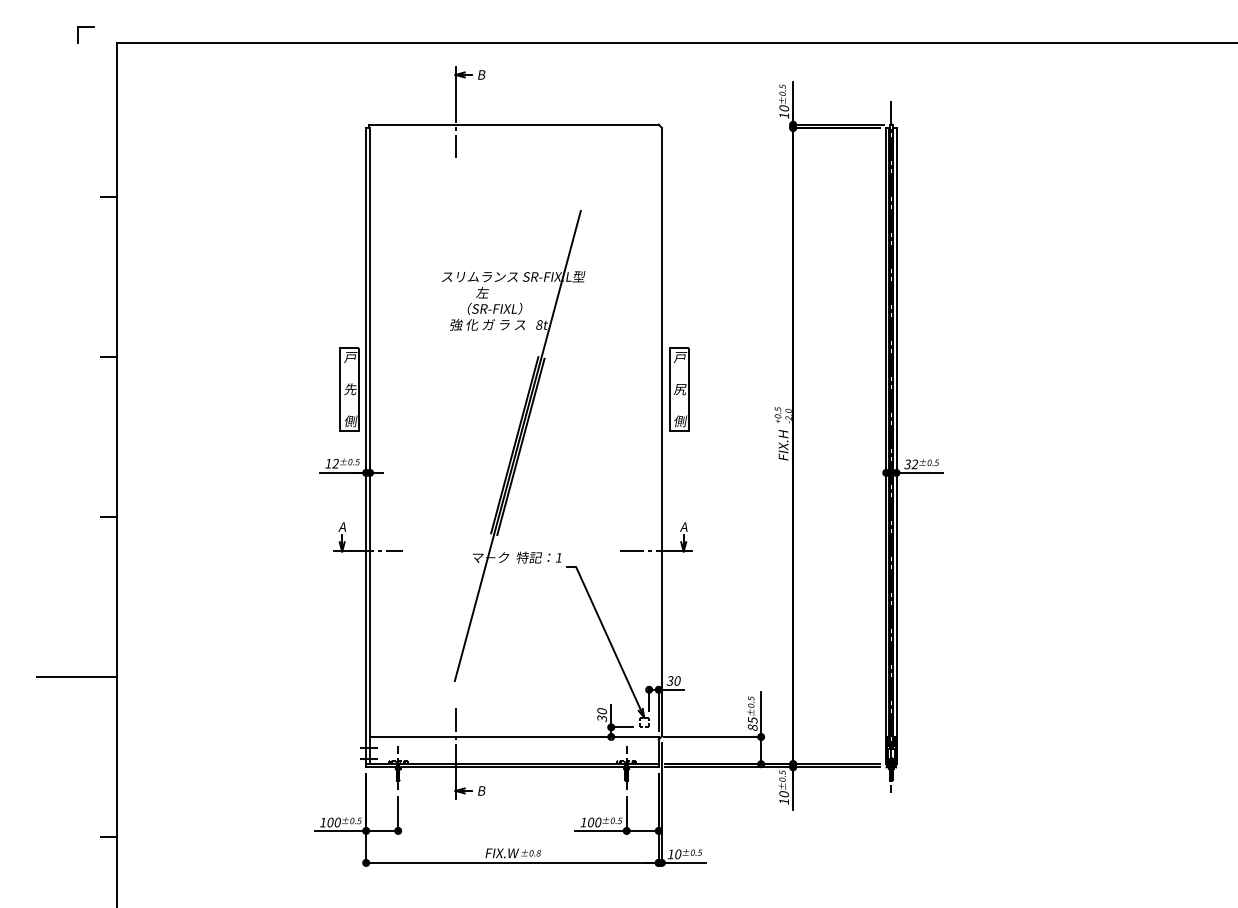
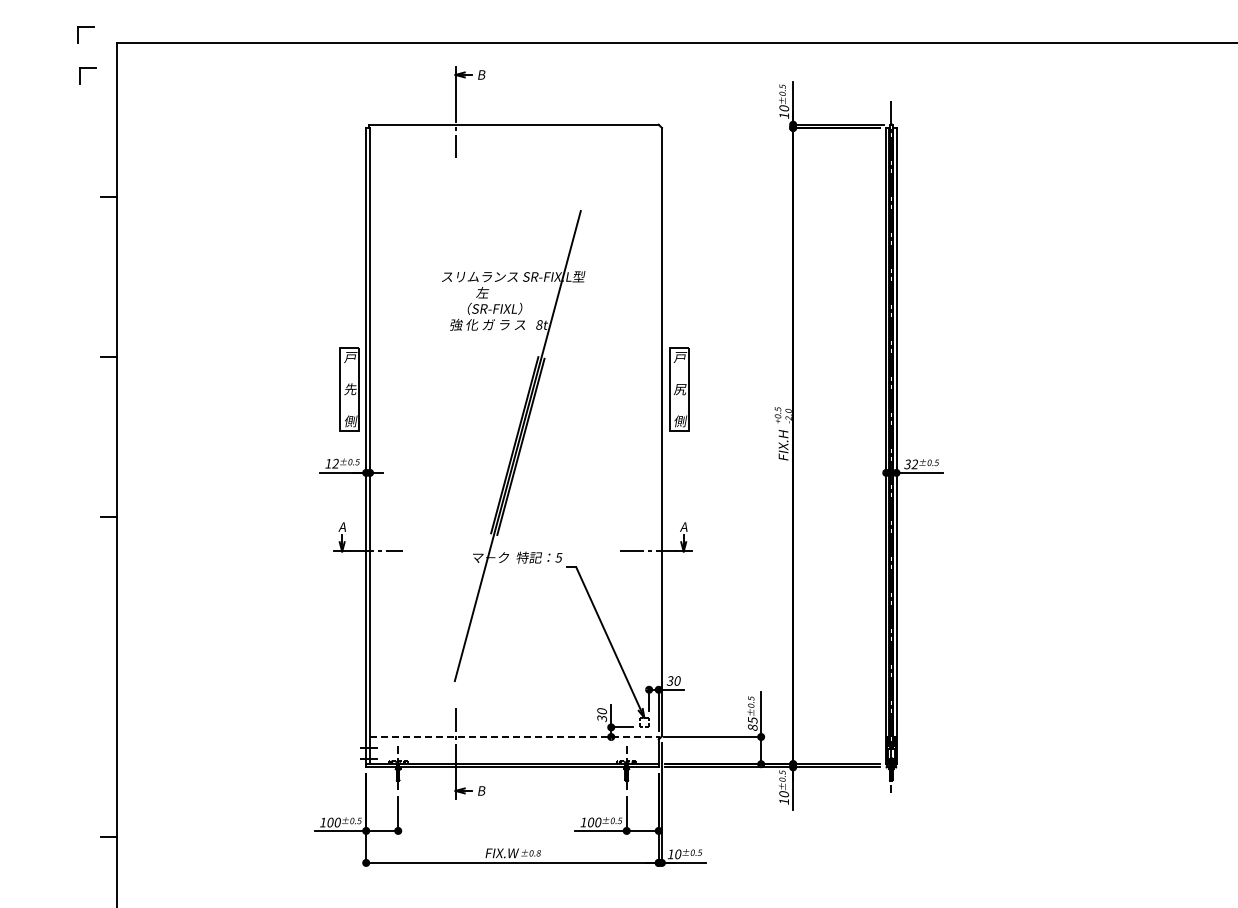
part at (87, 68): none -> present
text at (558, 557): 1 -> 5
line at (77, 677): present -> none
line at (514, 736): solid -> dashed
